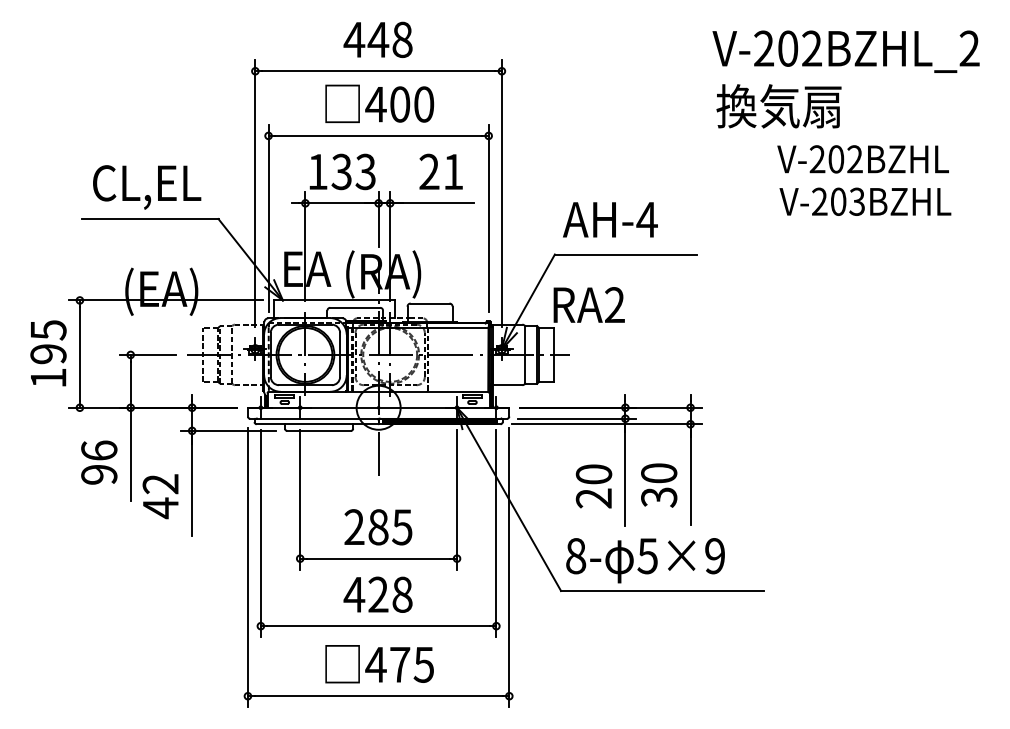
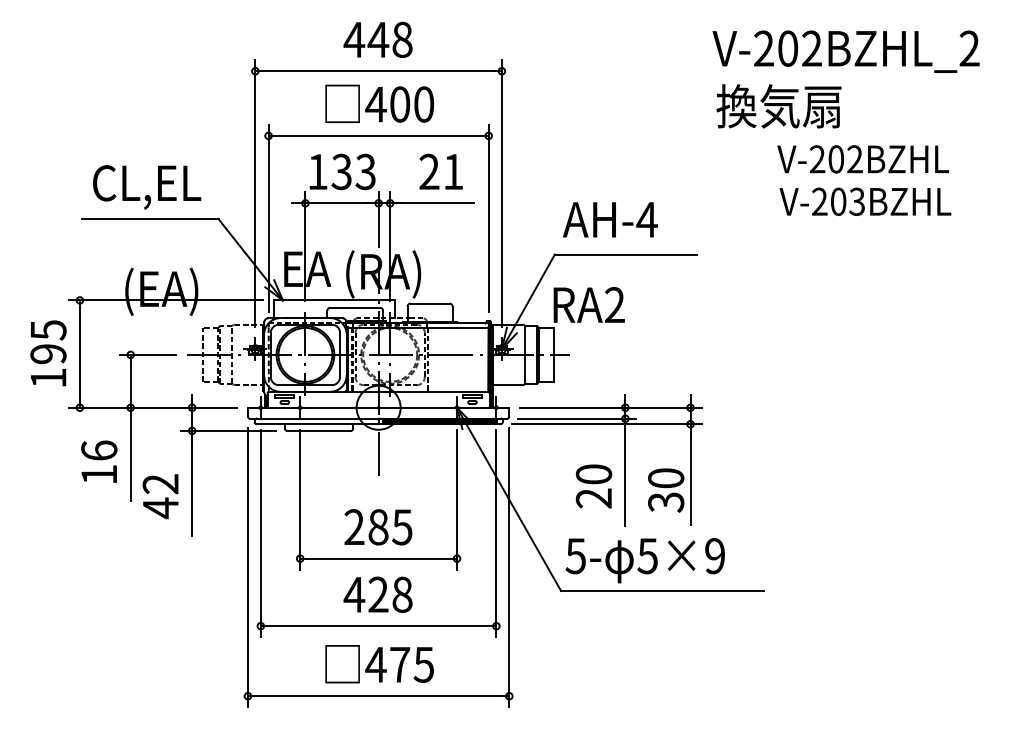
text at (99, 474): 96 -> 16
text at (659, 485) position: (659, 485) -> (666, 490)
text at (575, 556): 8- -> 5-
